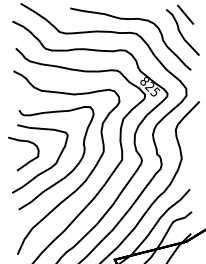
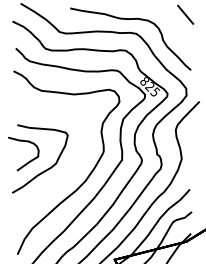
curve at (181, 32): present -> none
curve at (70, 171): present -> none
